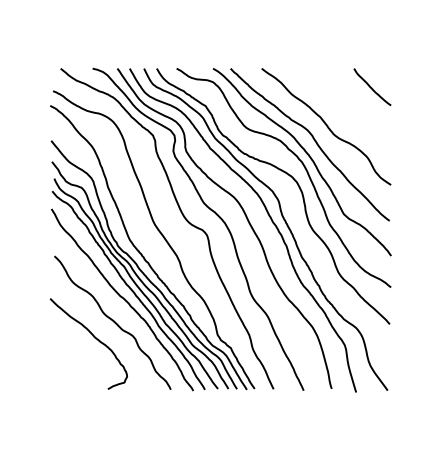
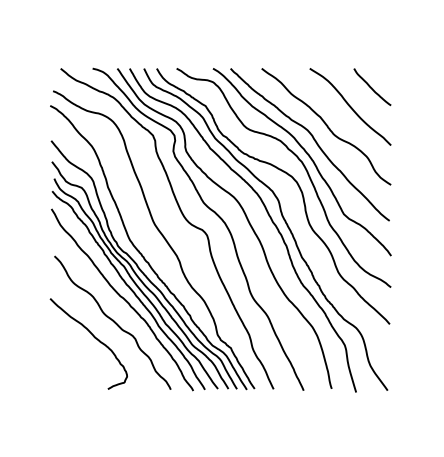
curve at (350, 106): none -> present
